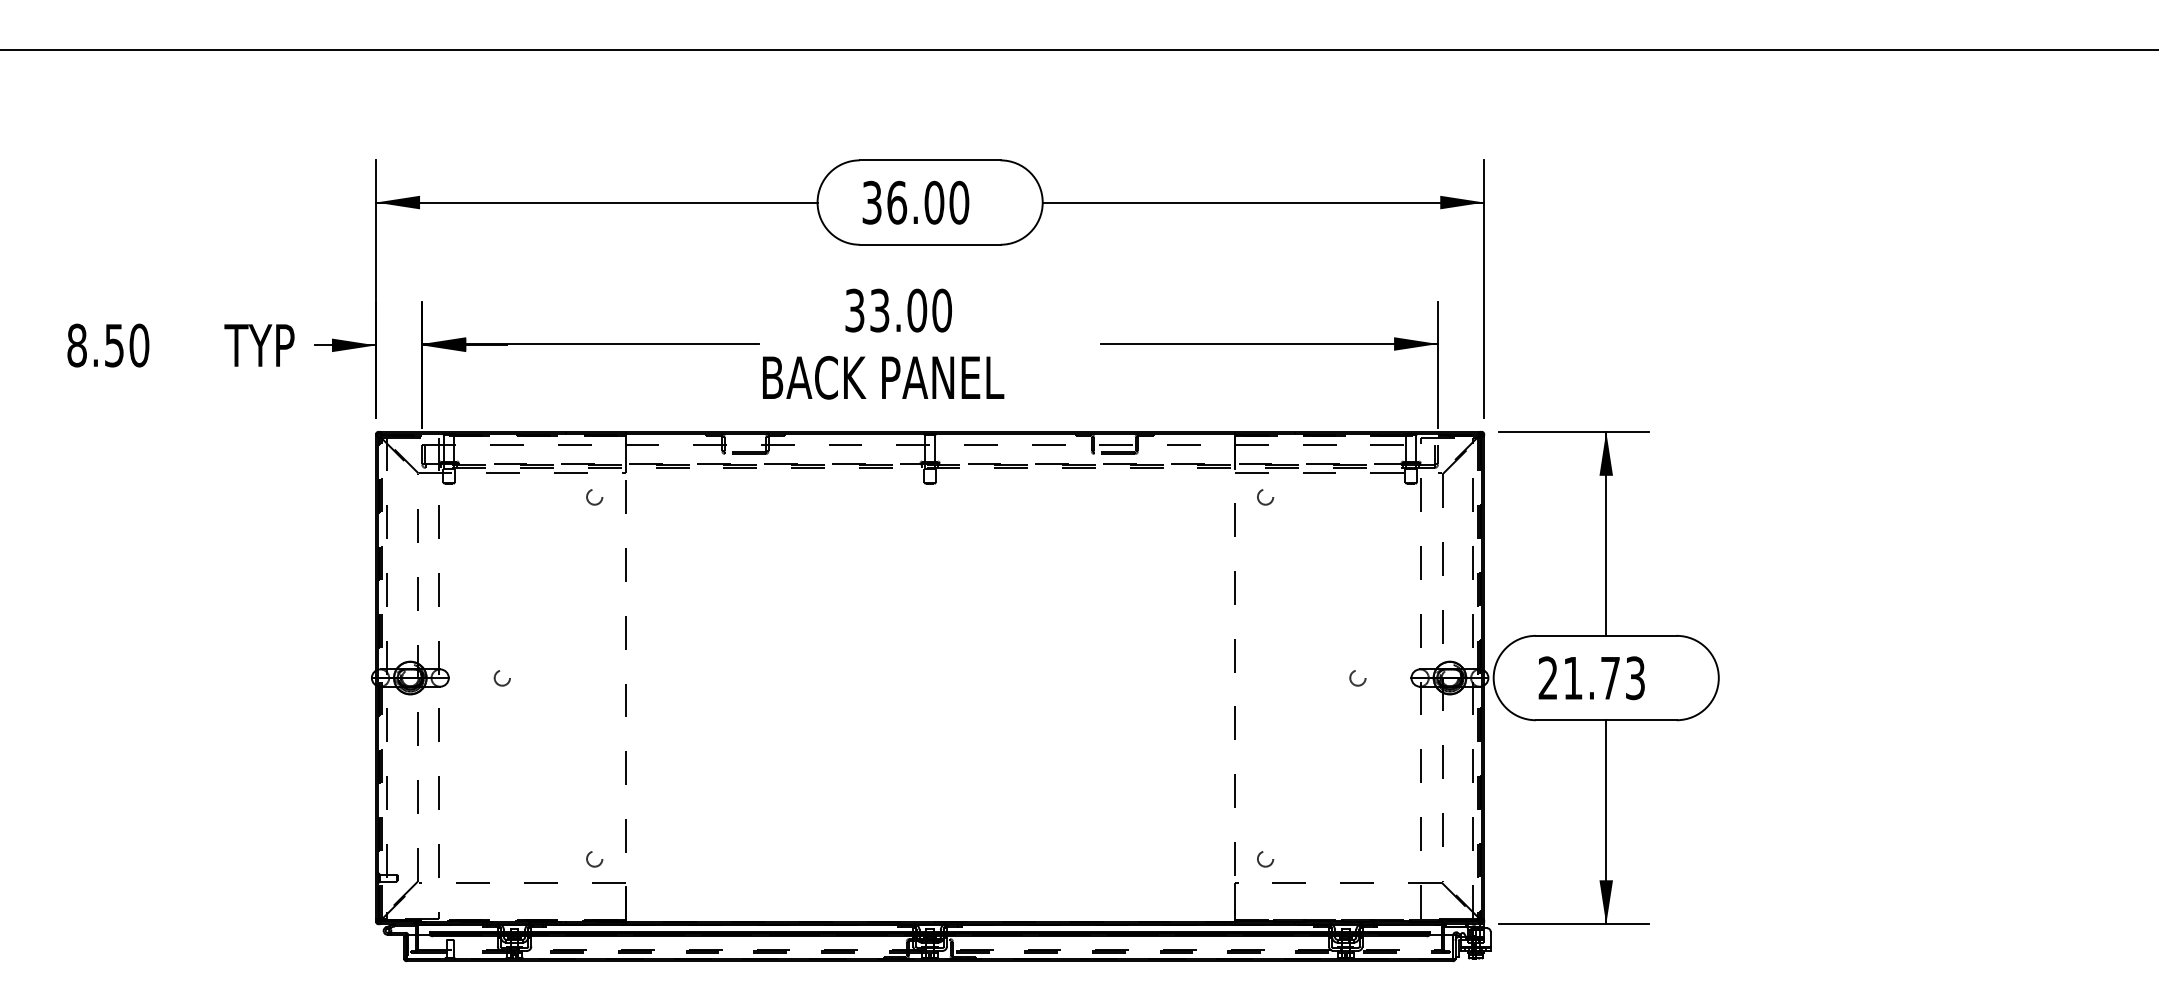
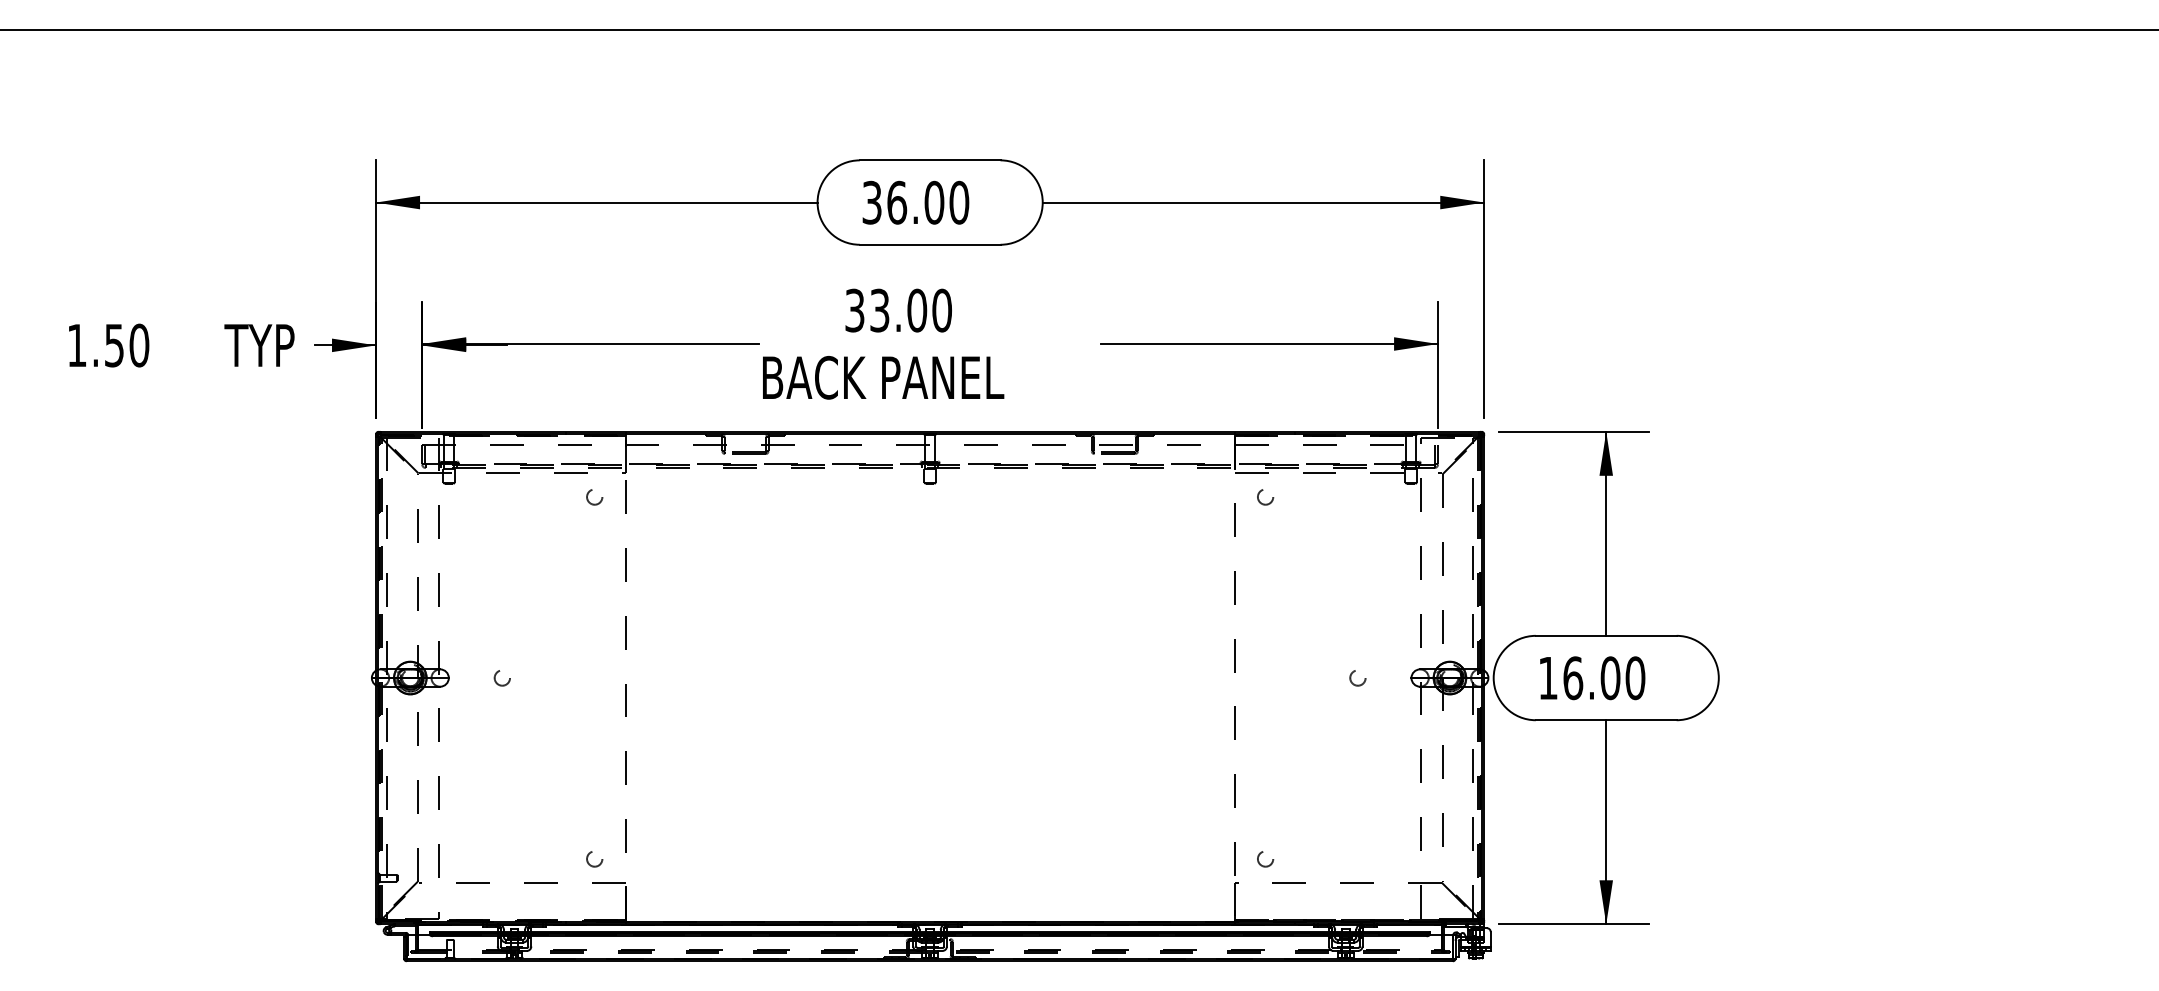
line at (1078, 49) position: (1078, 49) -> (1078, 29)
text at (76, 345): 8.50 -> 1.50
text at (1591, 678): 21.73 -> 16.00
